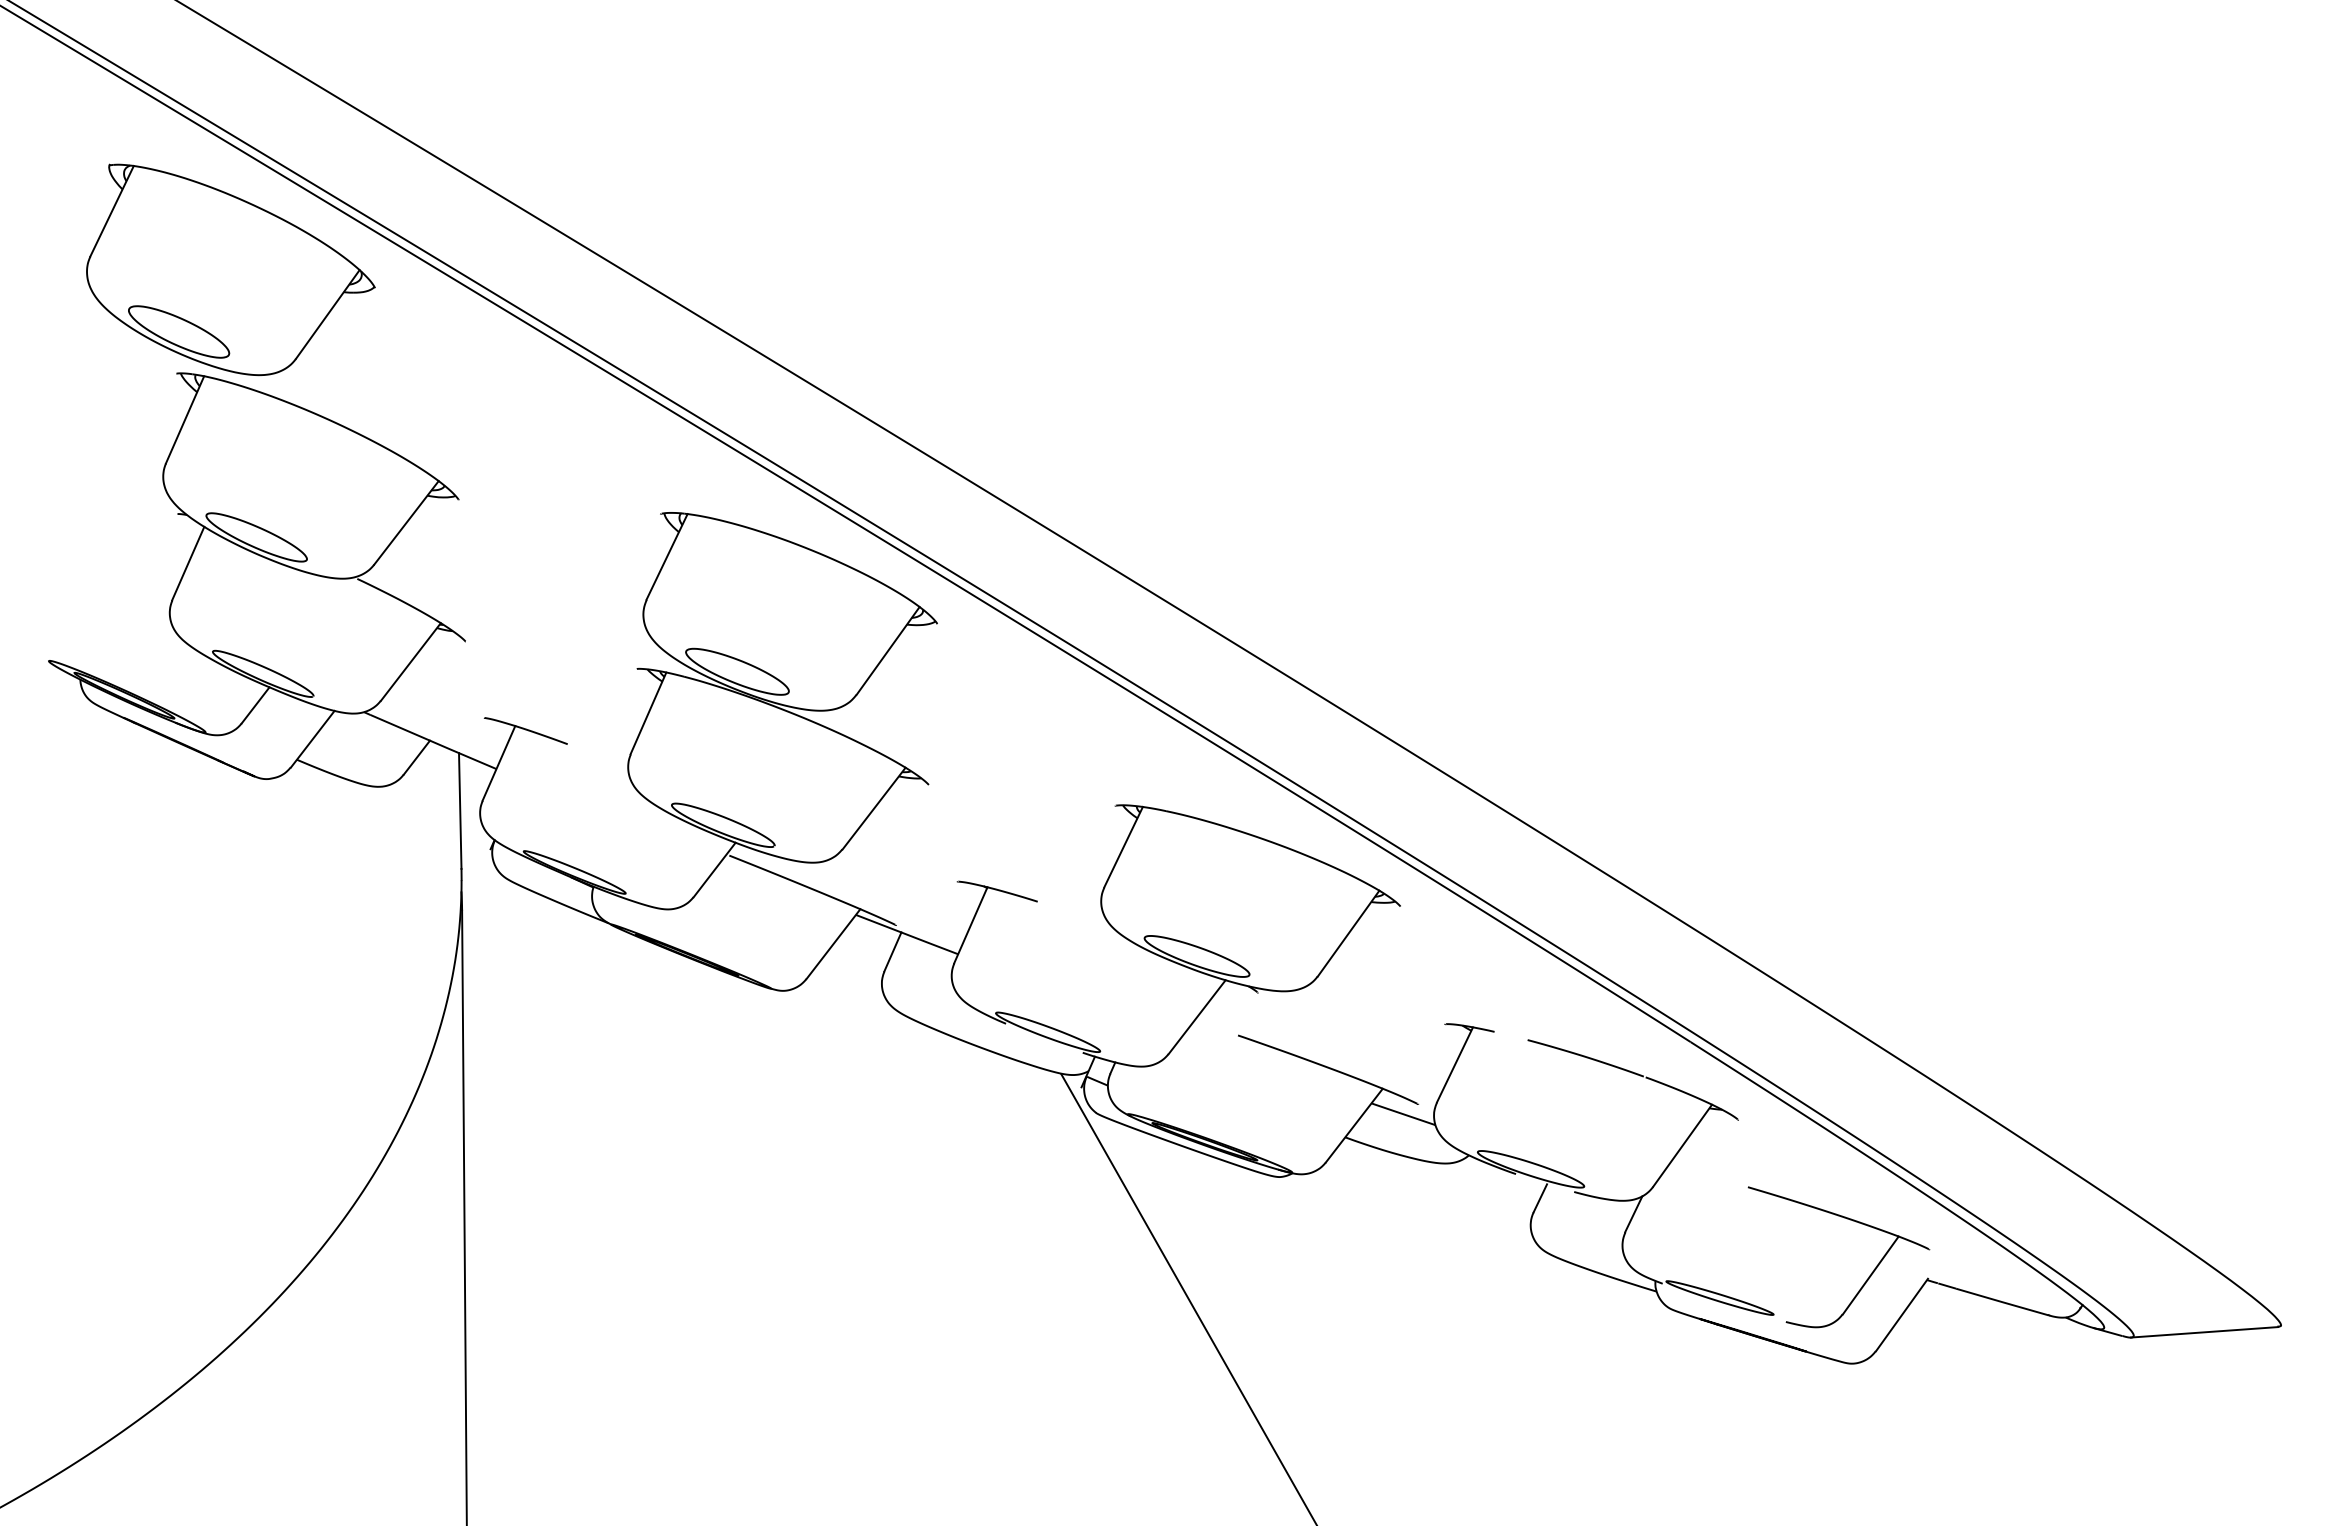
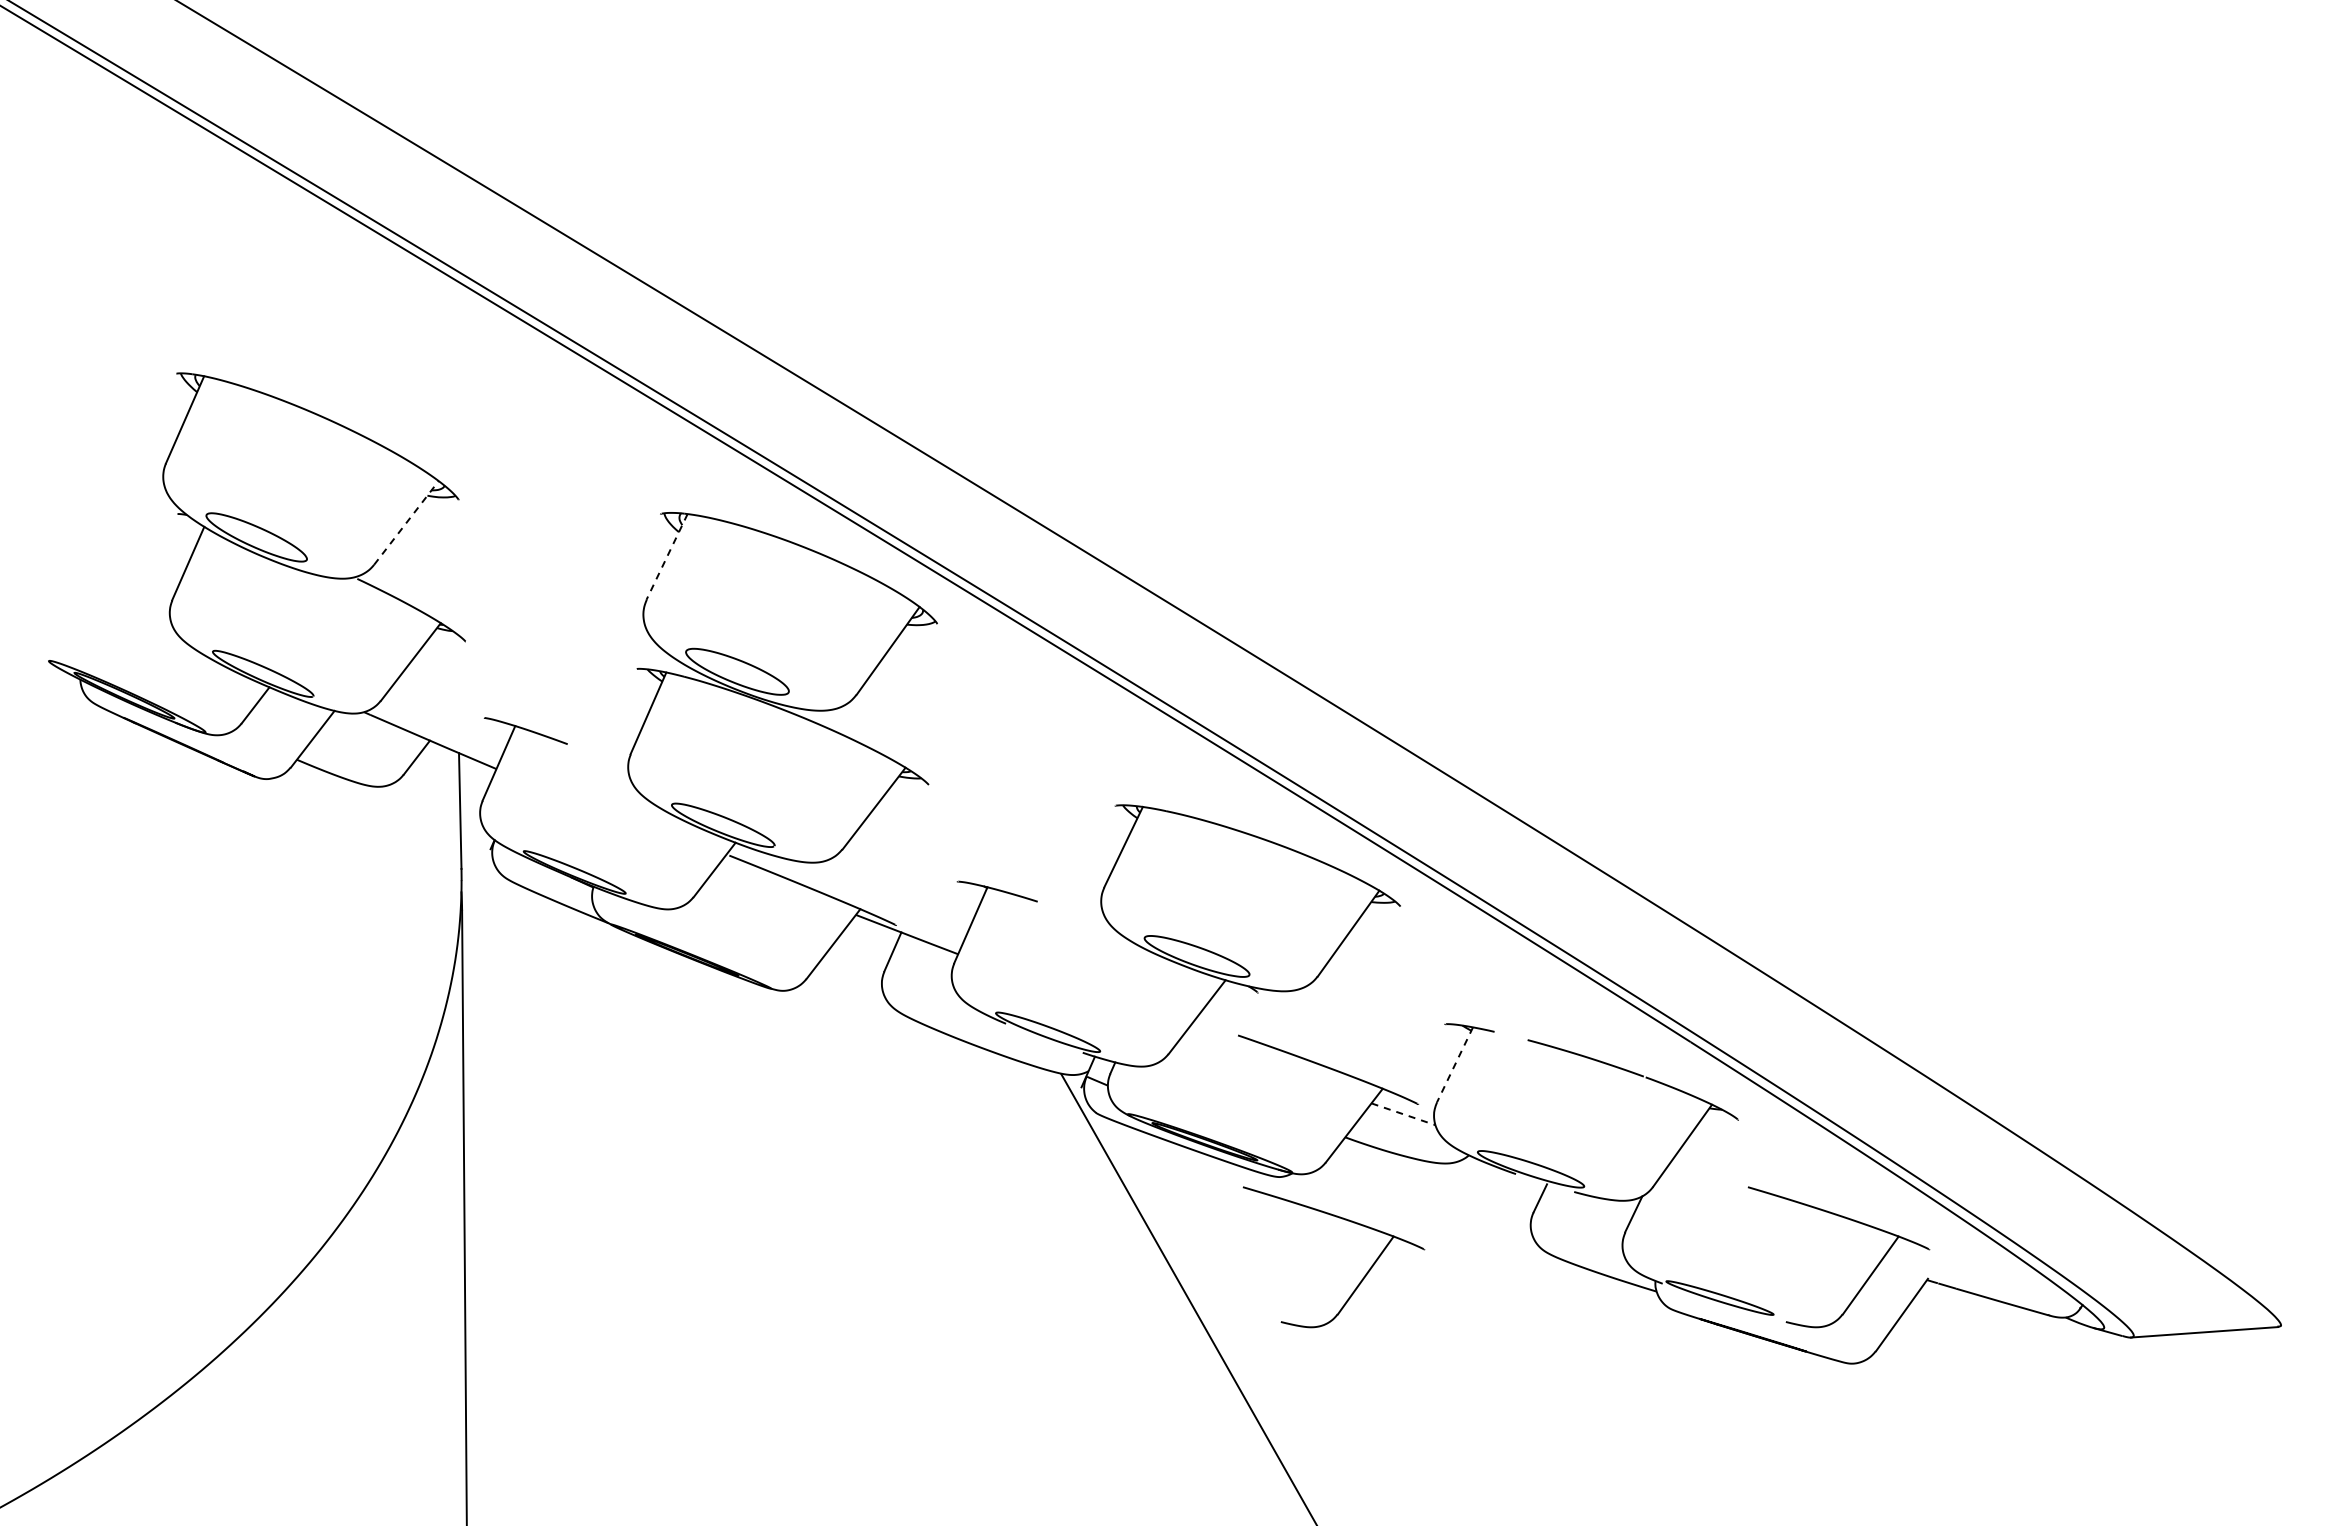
part at (230, 269): present -> none
line at (406, 522): solid -> dashed
line at (667, 556): solid -> dashed
line at (1455, 1064): solid -> dashed
line at (1404, 1114): solid -> dashed
part at (1363, 1276): none -> present
